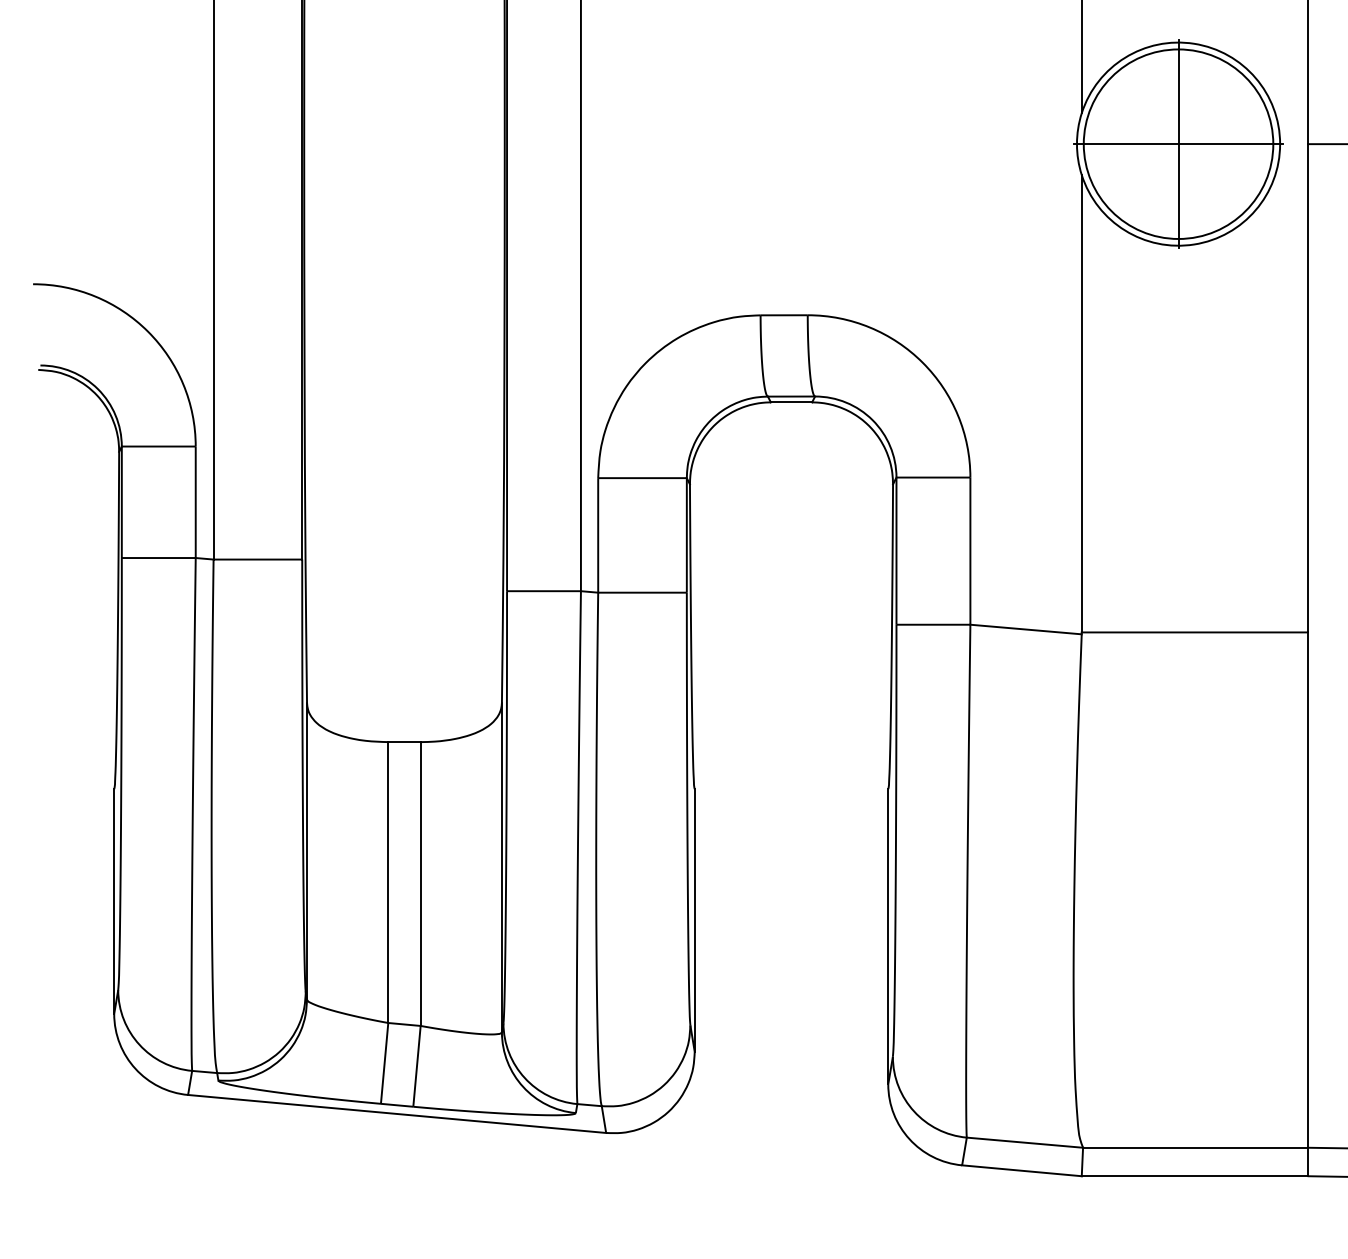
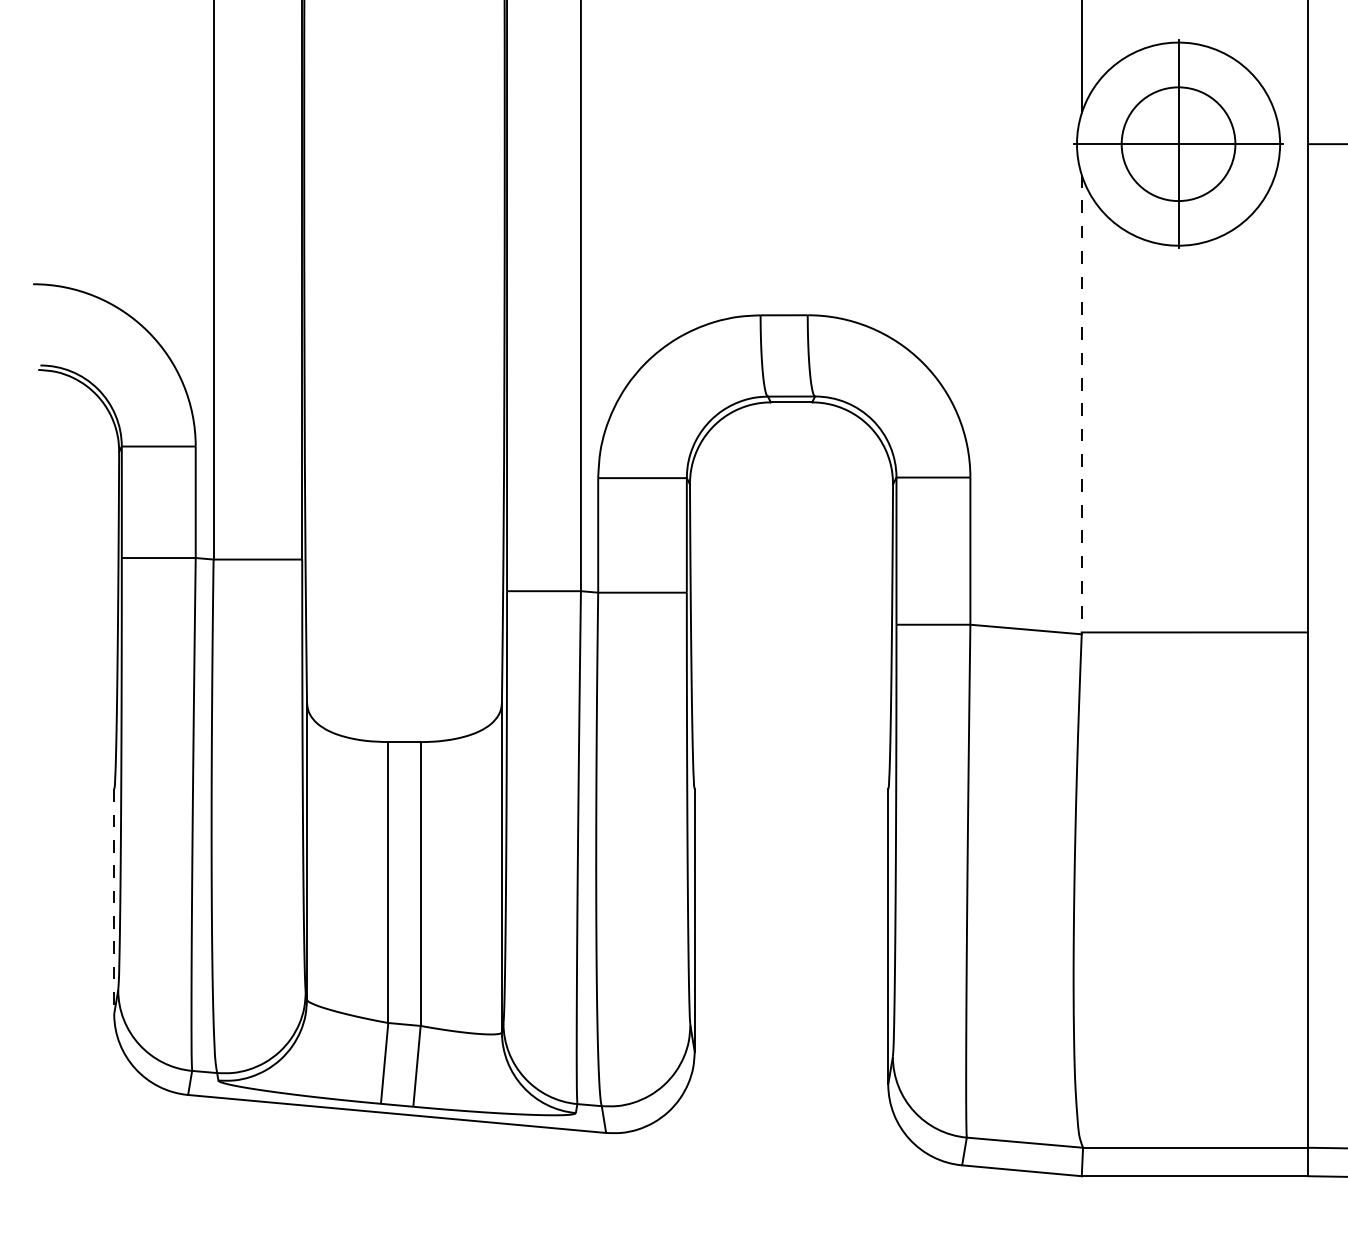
circle at (1178, 143) diameter: 190 px -> 114 px
line at (1081, 403): solid -> dashed
line at (114, 902): solid -> dashed
